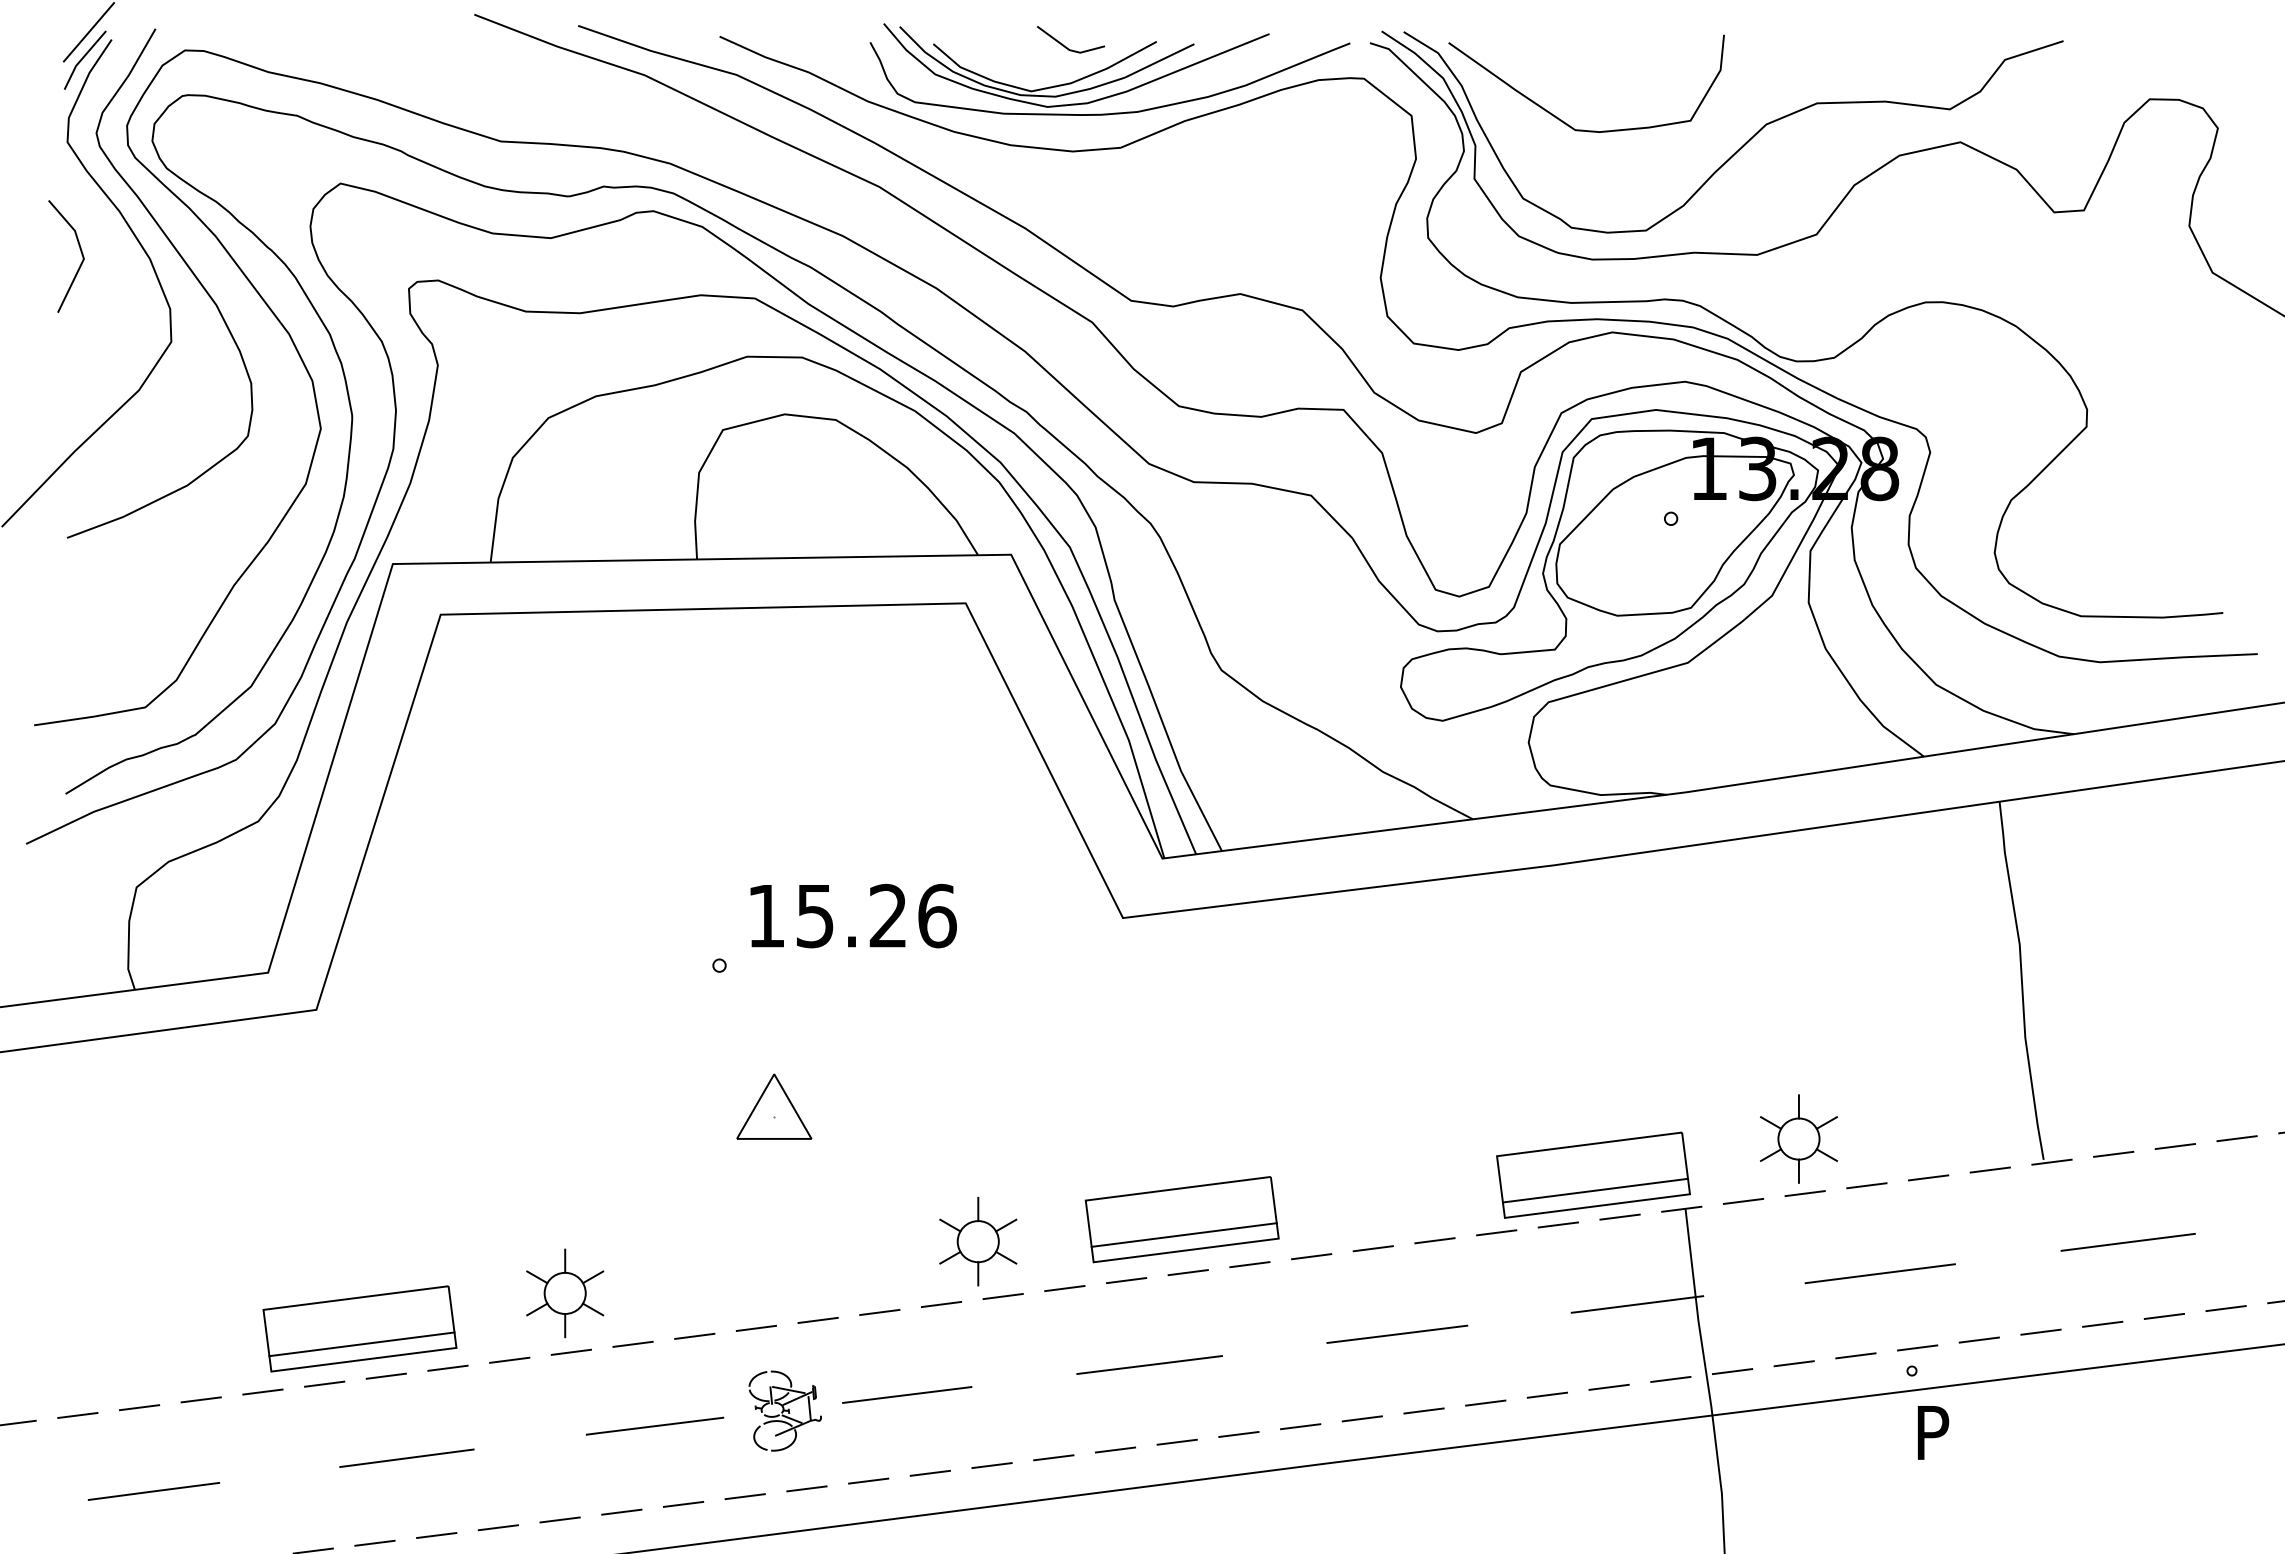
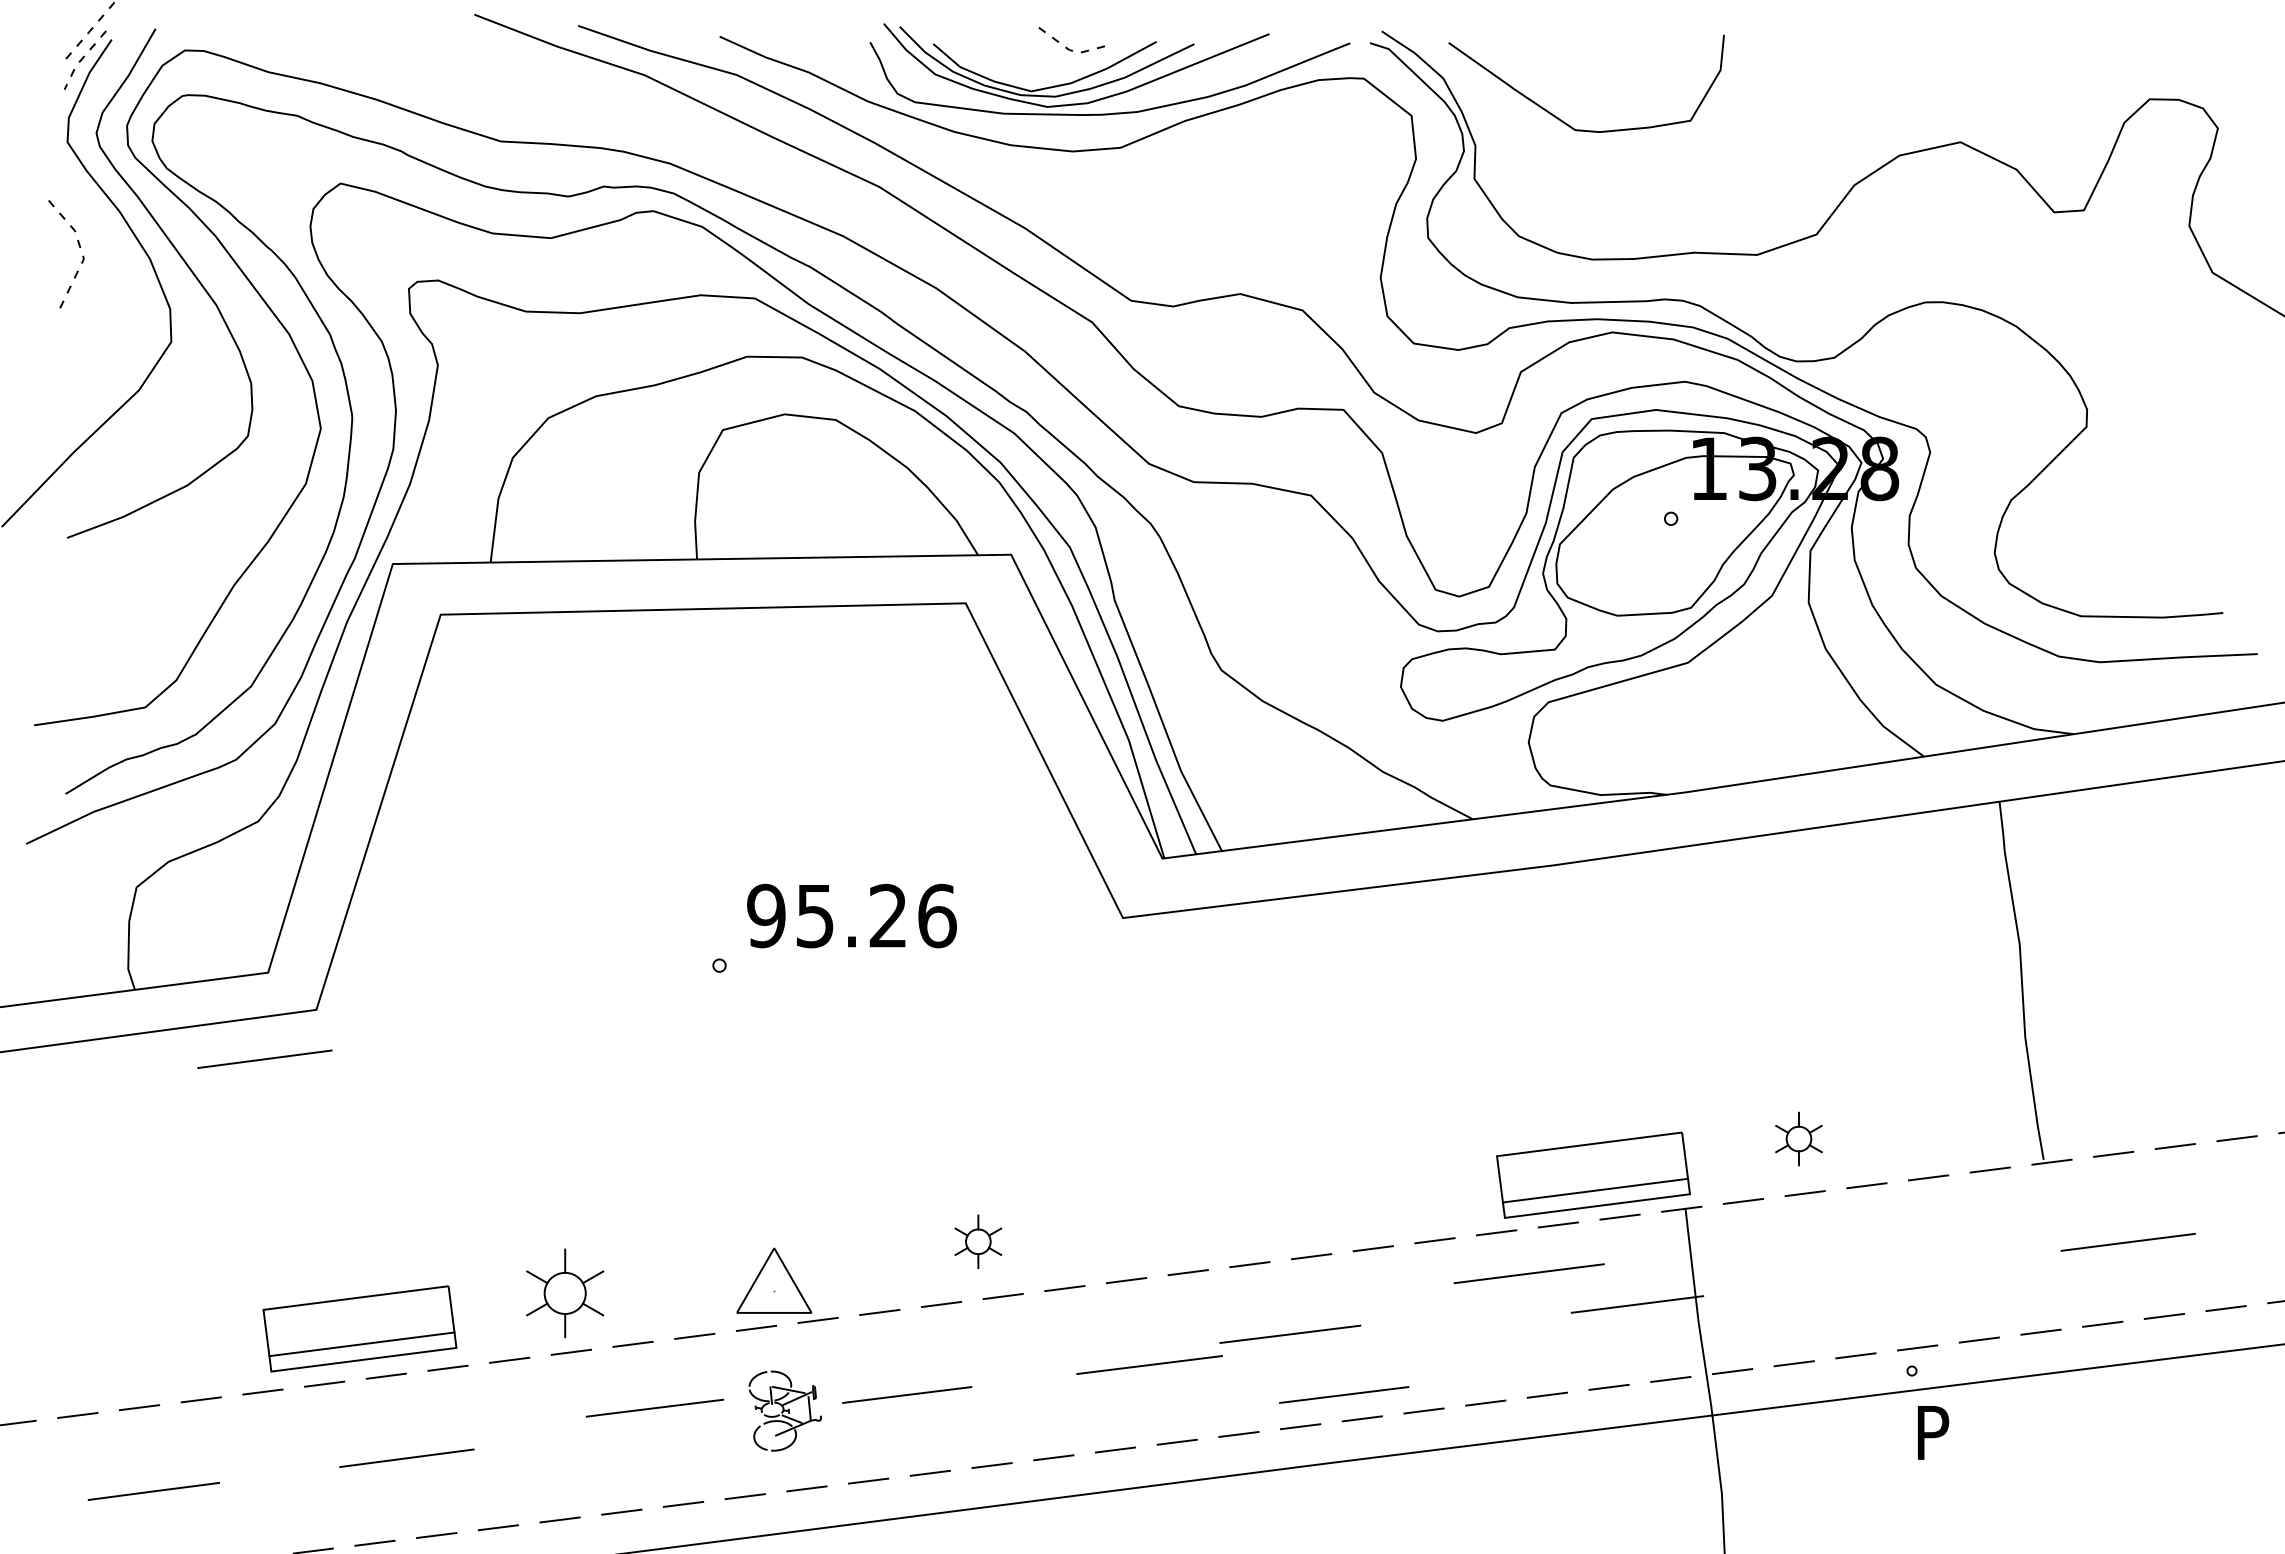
line at (88, 32): solid -> dashed
line at (1069, 50): solid -> dashed
line at (81, 59): solid -> dashed
curve at (1744, 143): present -> none
line at (82, 254): solid -> dashed
text at (766, 915): 15.26 -> 95.26
line at (264, 1058): none -> present
part at (774, 1106) position: (774, 1106) -> (774, 1280)
part at (1798, 1138) size: 78x90 px -> 48x56 px
part at (1181, 1219): present -> none
part at (978, 1241) size: 79x90 px -> 49x55 px
line at (1879, 1273) position: (1879, 1273) -> (1528, 1273)
line at (1397, 1333) position: (1397, 1333) -> (1290, 1333)
line at (1344, 1394): none -> present
line at (654, 1425) position: (654, 1425) -> (654, 1407)
